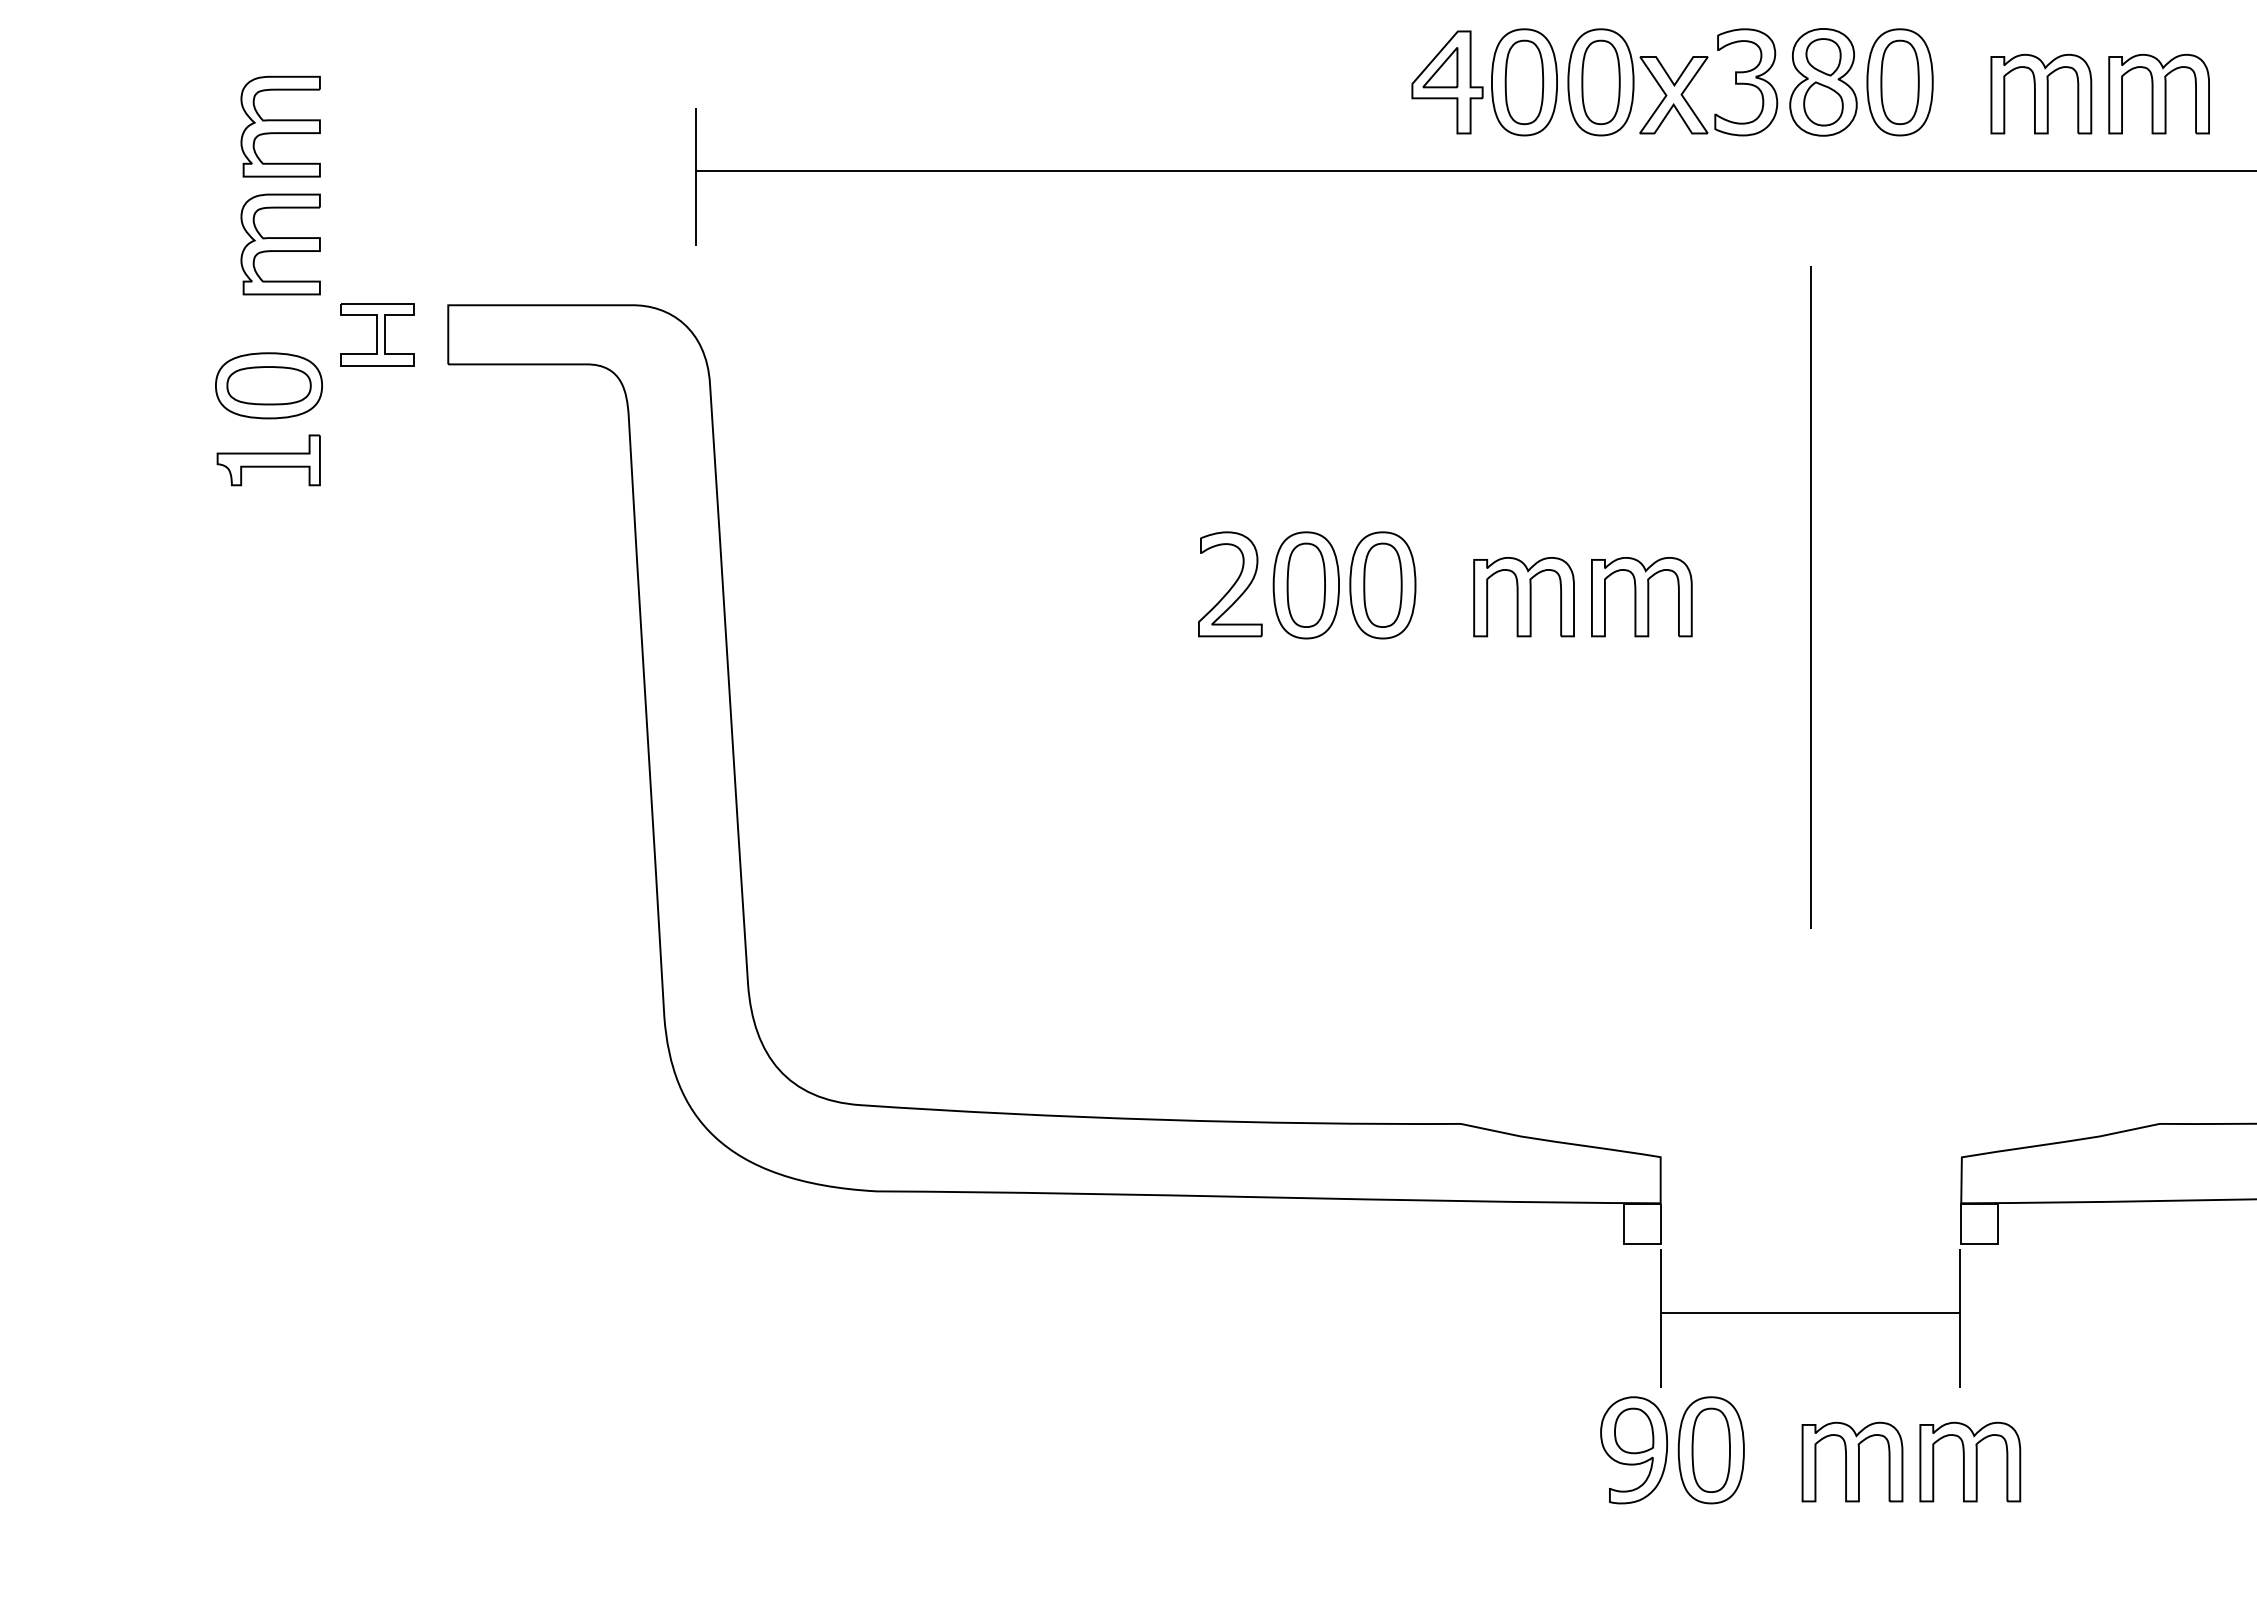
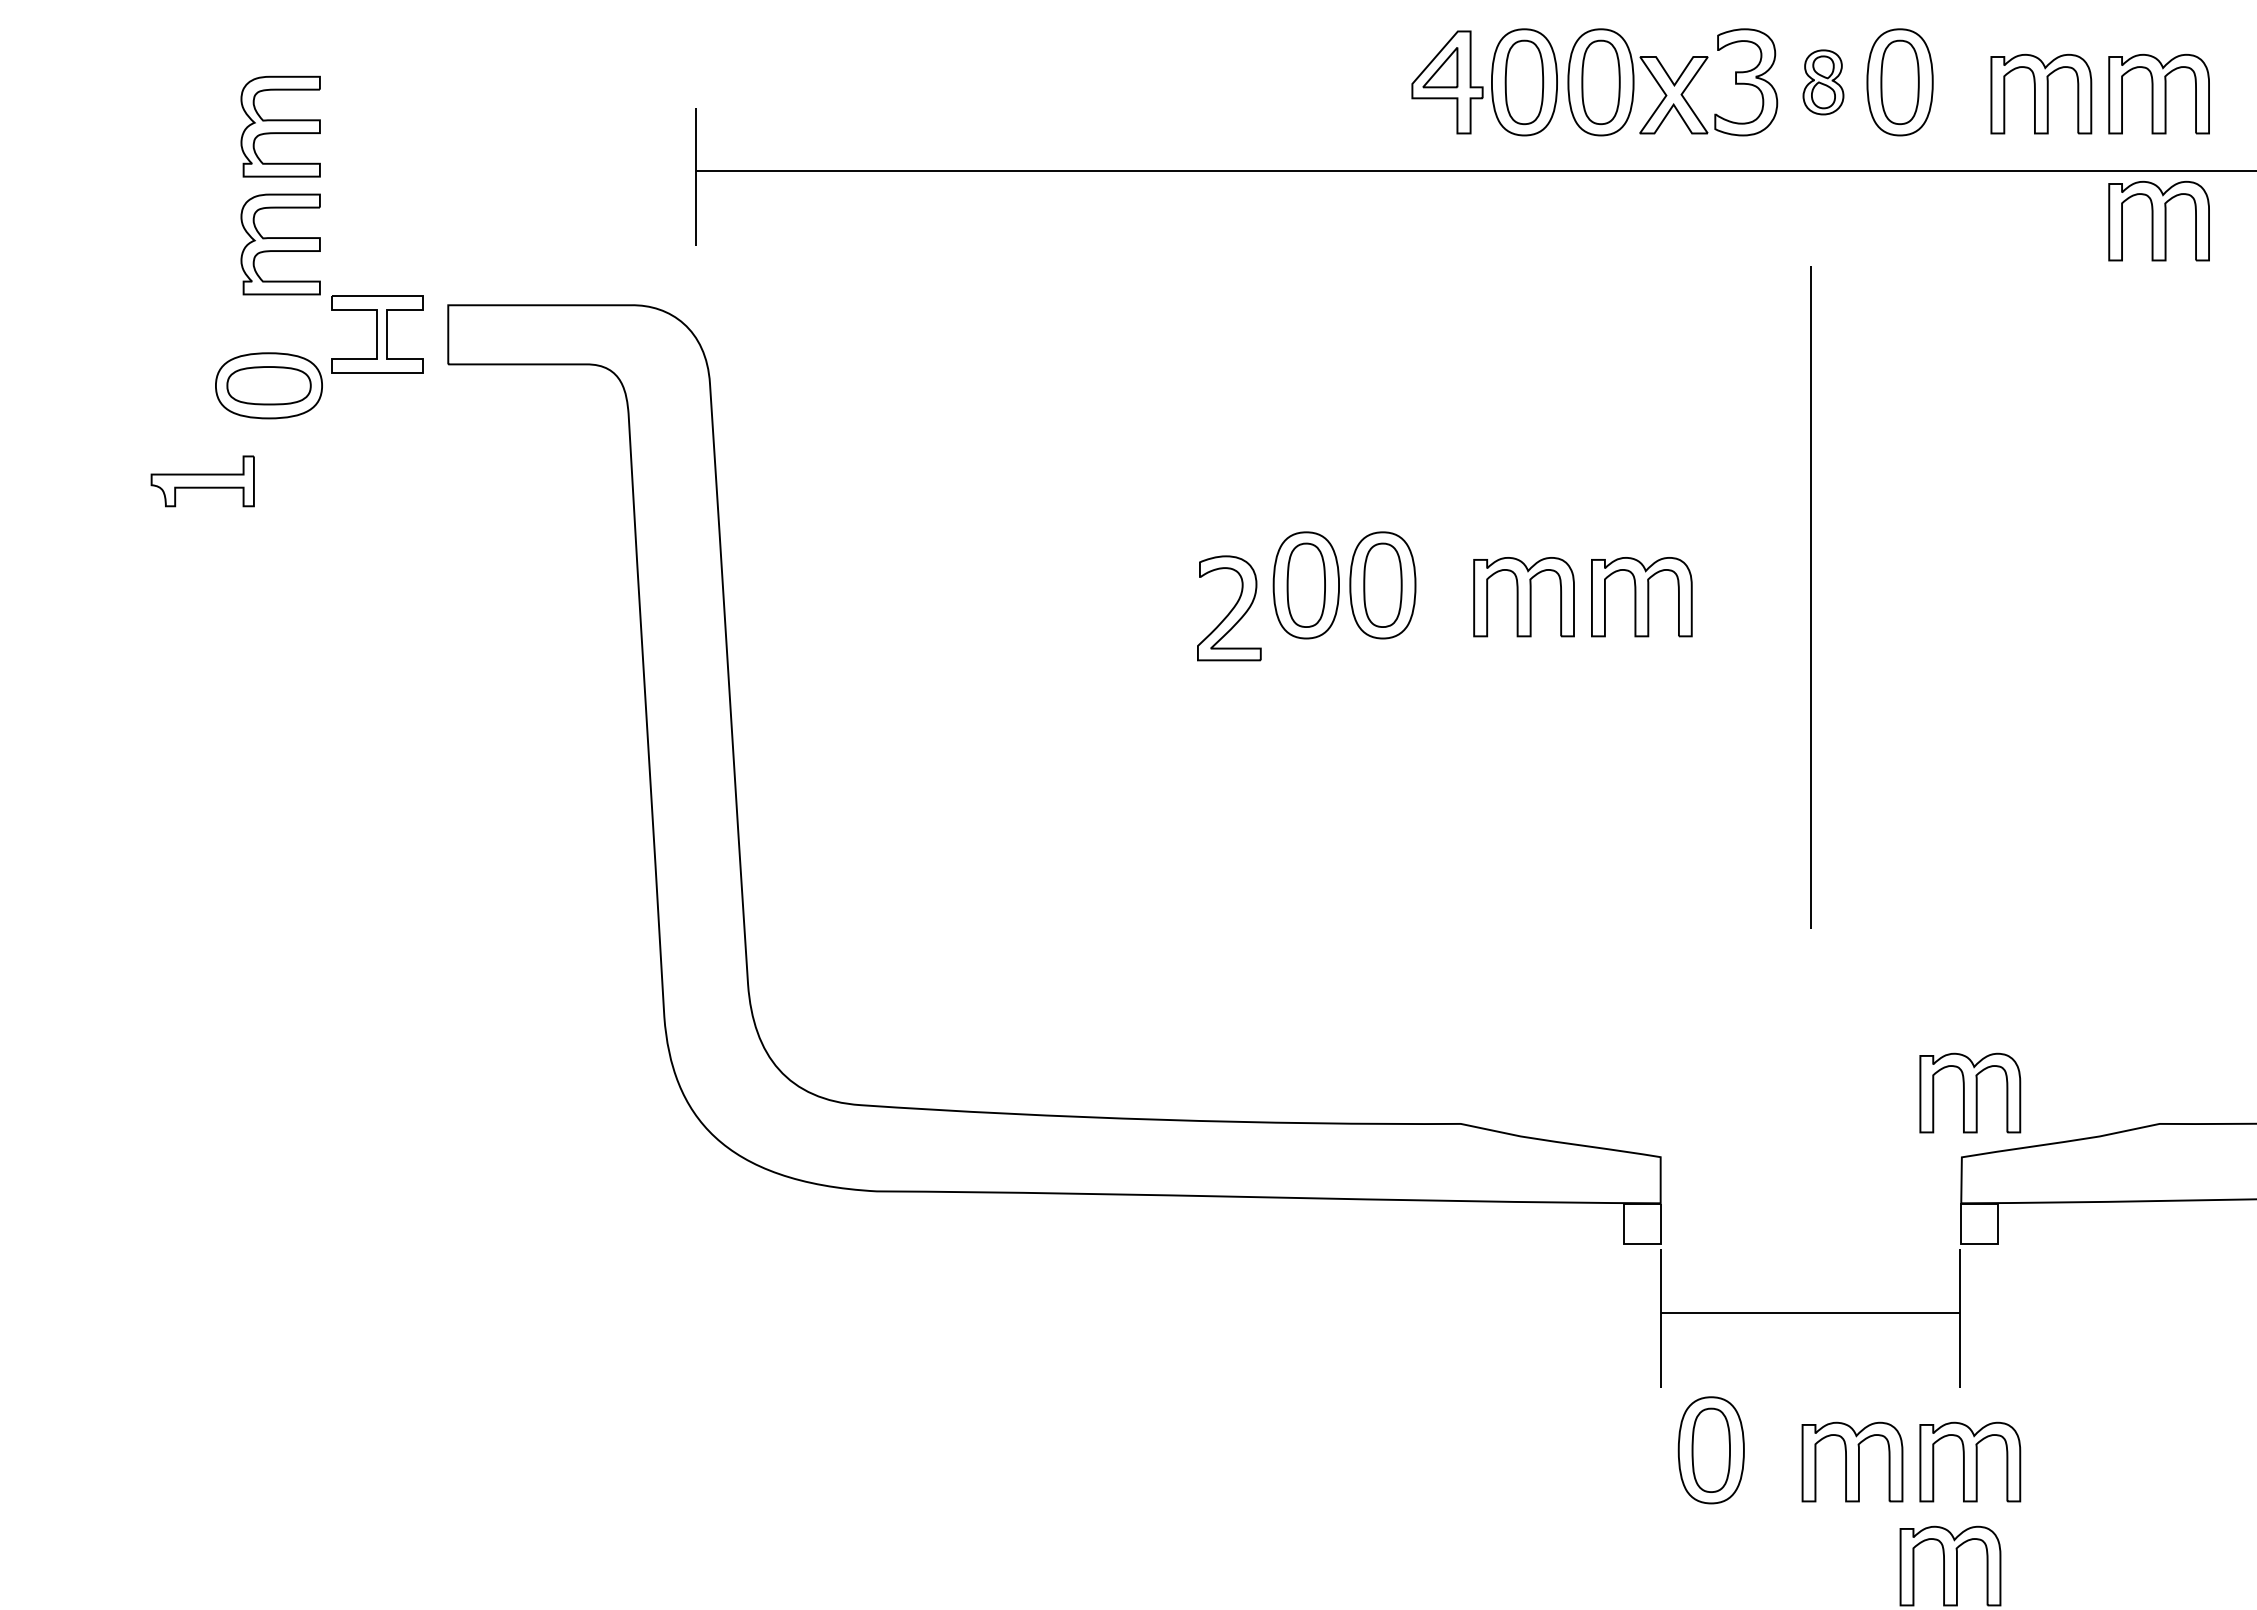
part at (1823, 82) size: 69x109 px -> 43x67 px
part at (2158, 220): none -> present
part at (377, 334) size: 75x64 px -> 93x79 px
part at (268, 460) position: (268, 460) -> (202, 481)
part at (1230, 584) position: (1230, 584) -> (1229, 608)
part at (1970, 1092): none -> present
part at (1634, 1450): present -> none
part at (1950, 1565): none -> present
